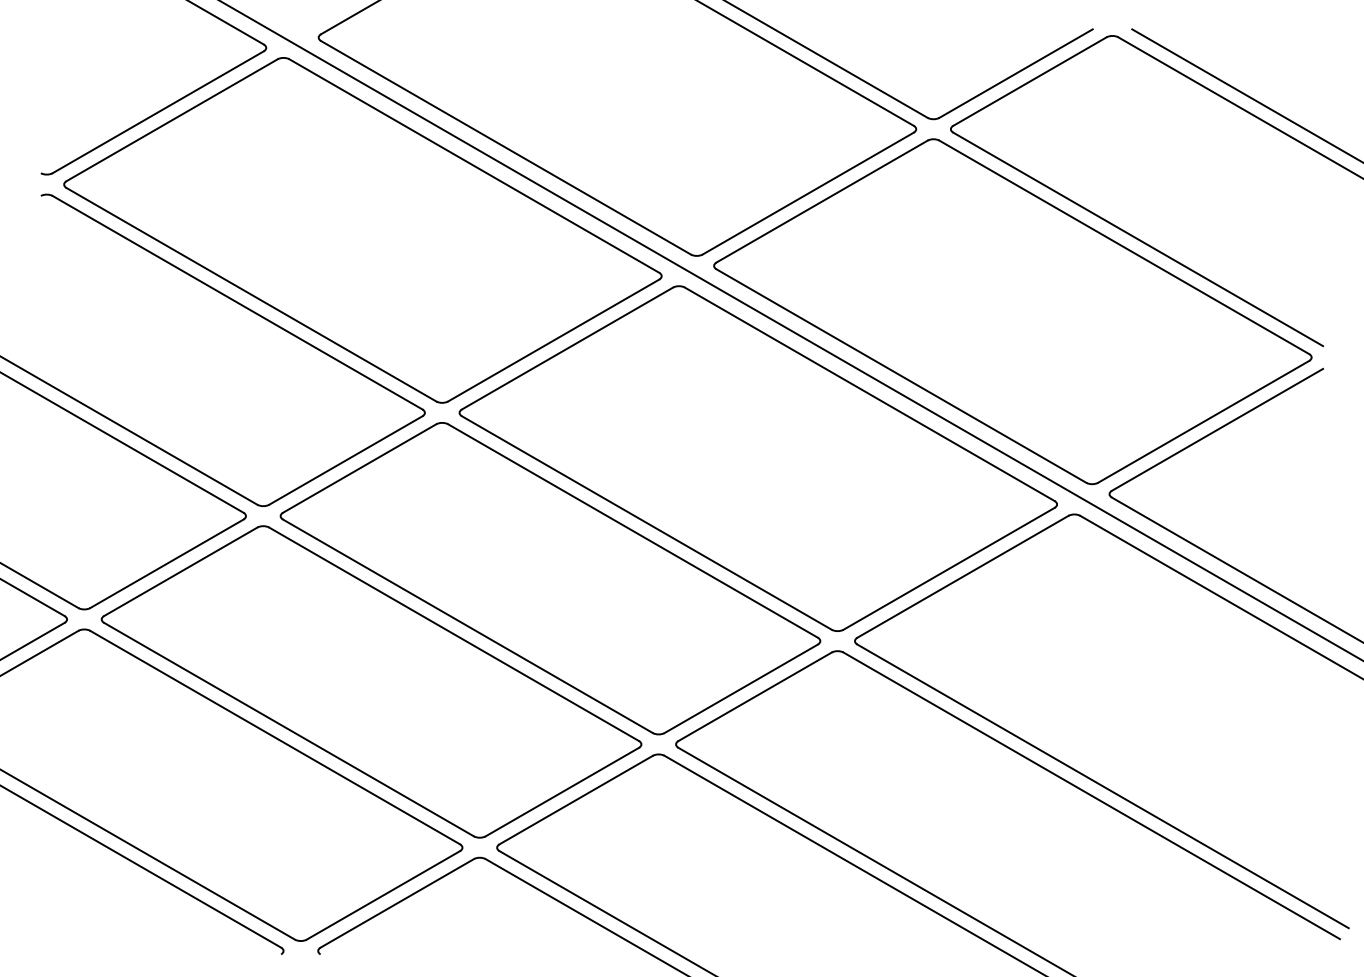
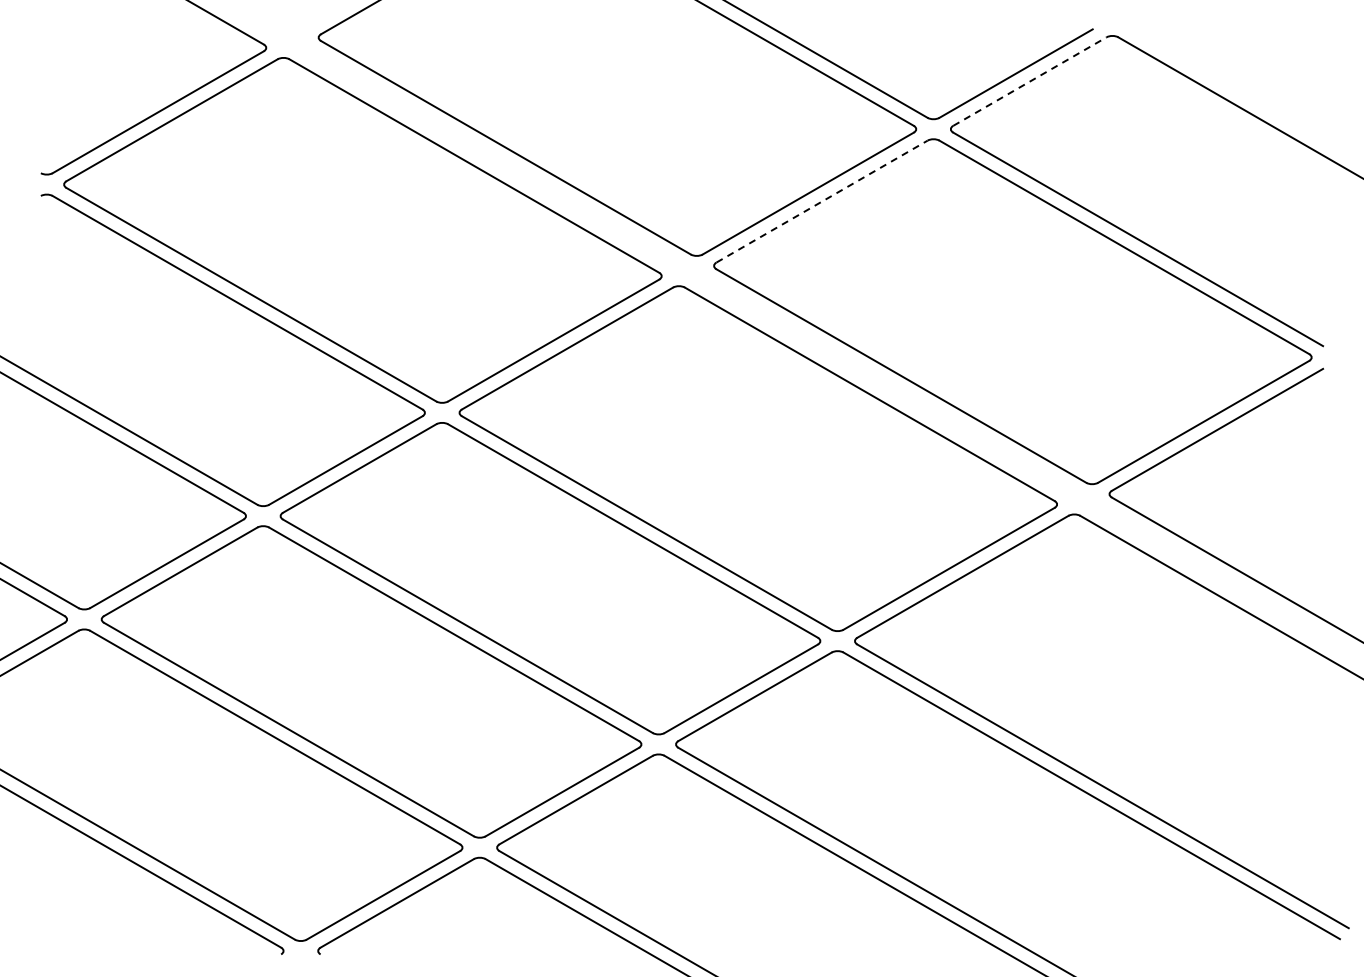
line at (1030, 81): solid -> dashed
line at (1246, 95): present -> none
line at (822, 201): solid -> dashed
line at (790, 330): present -> none
